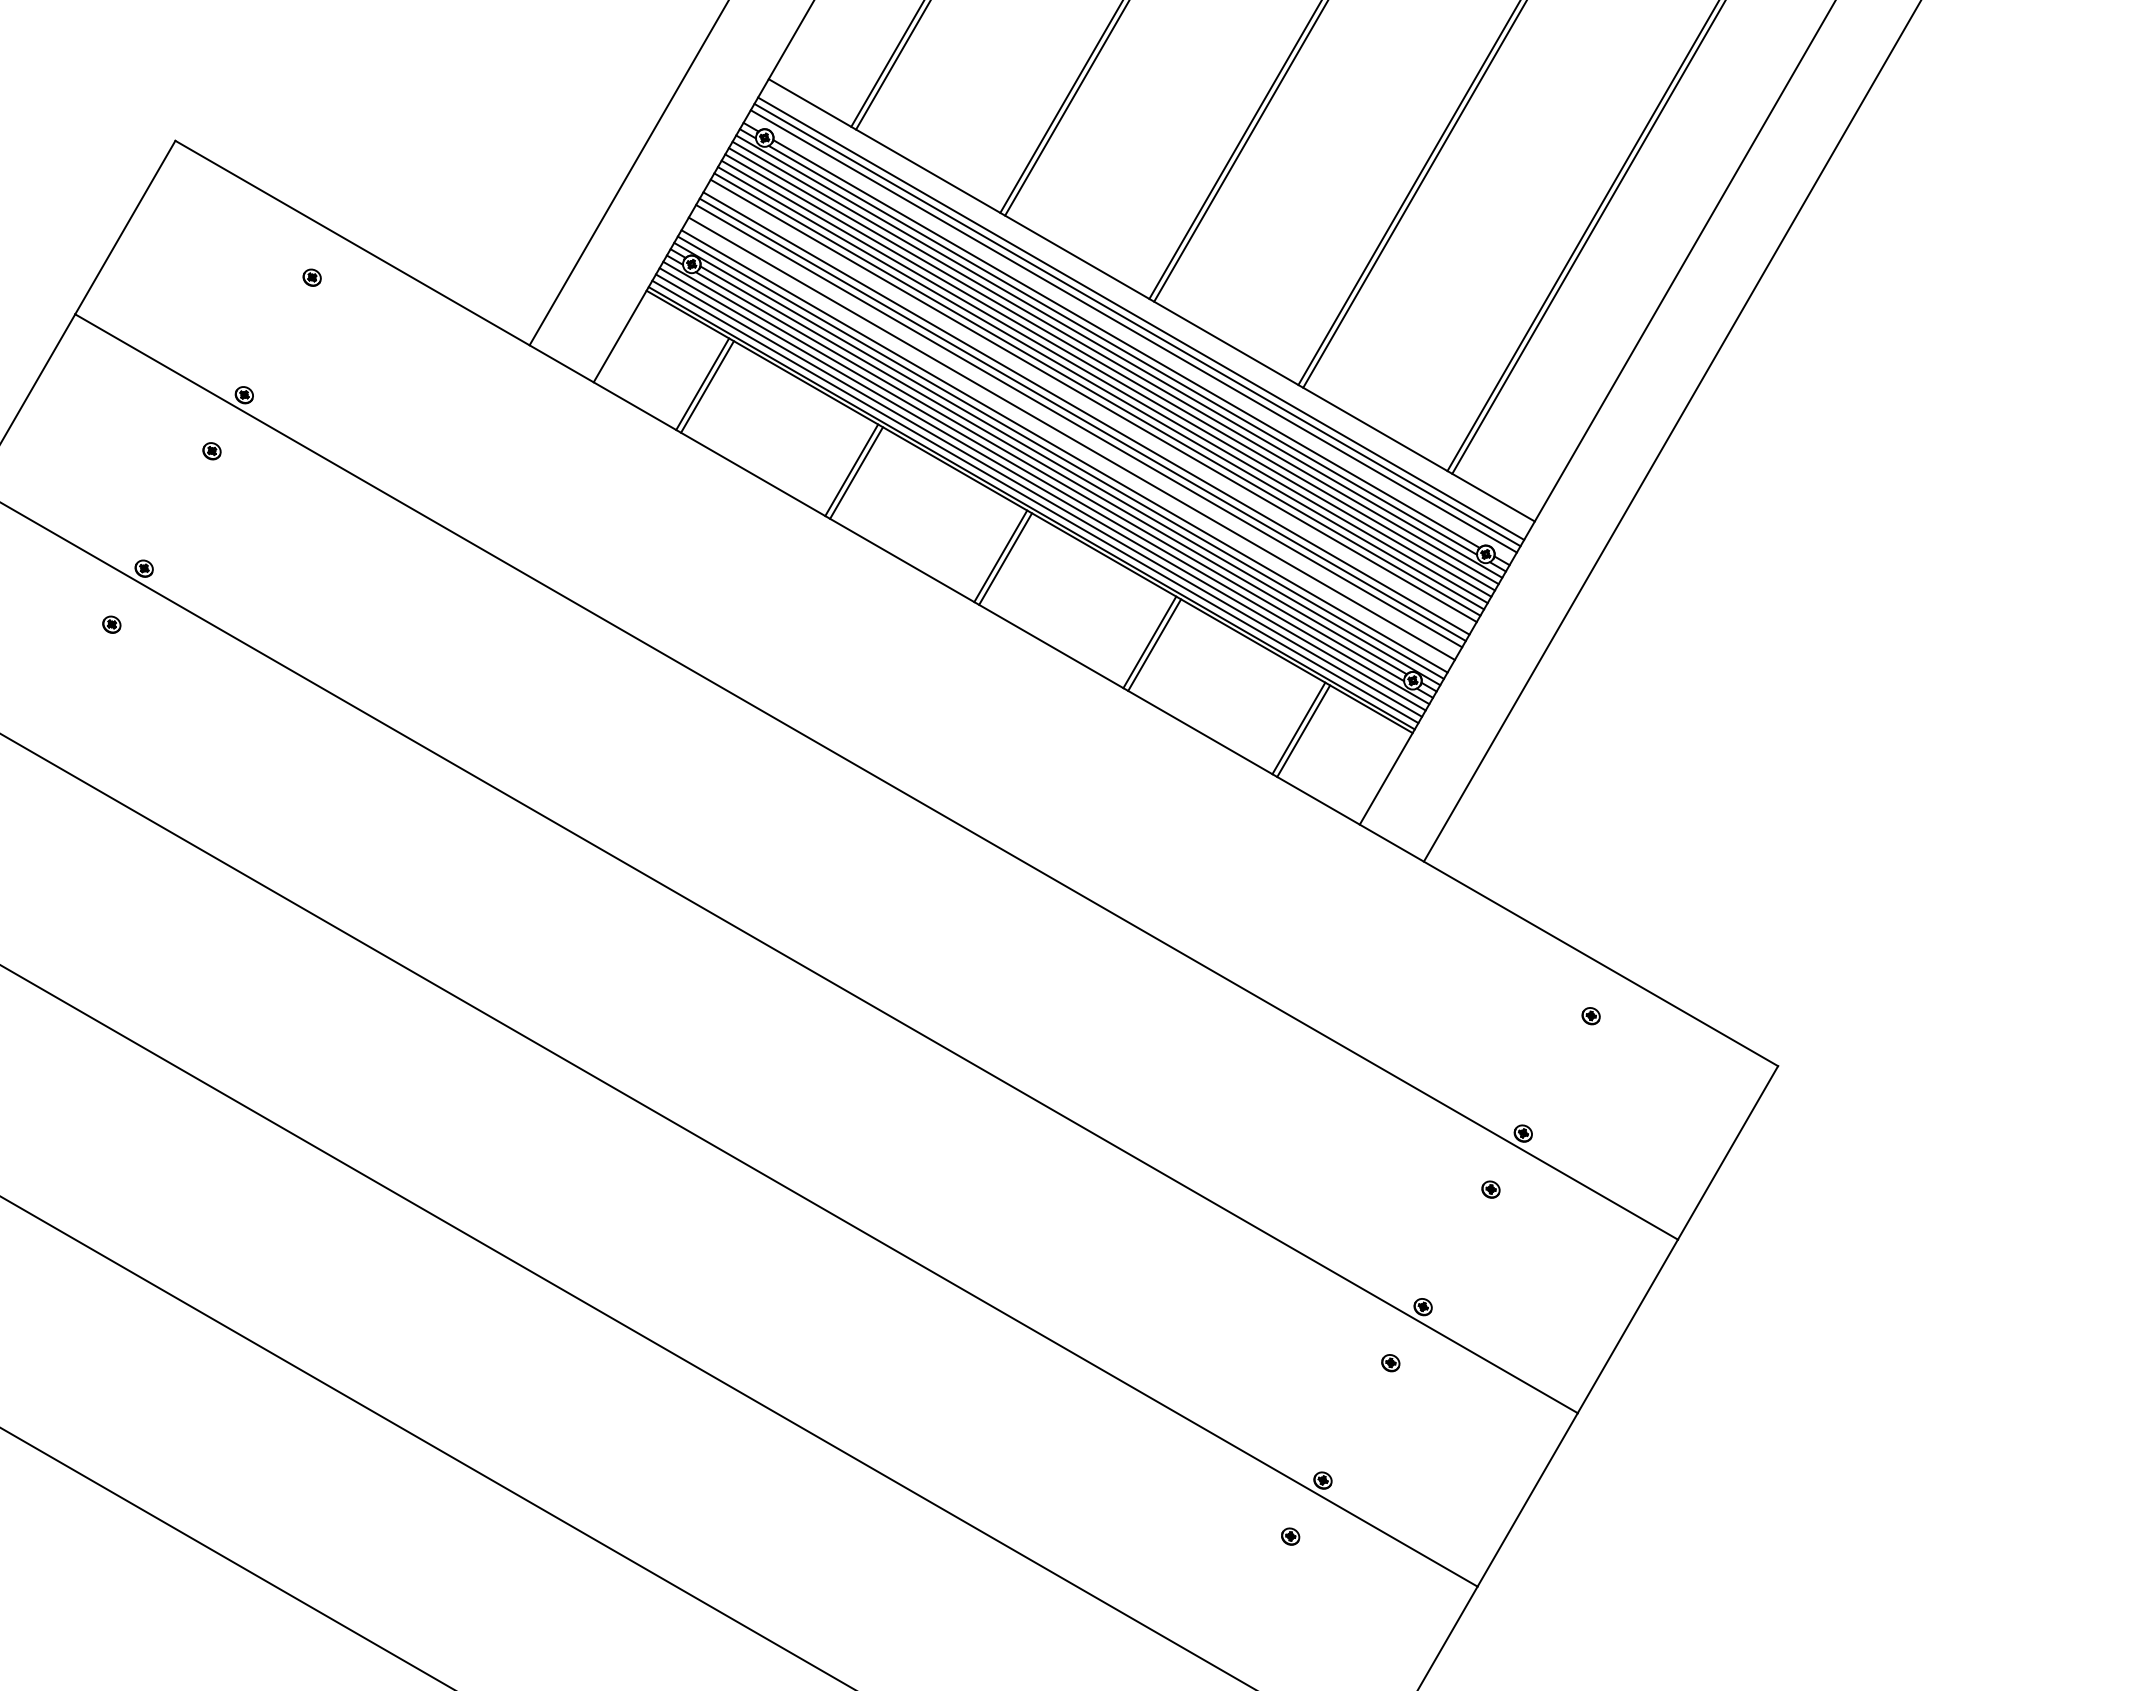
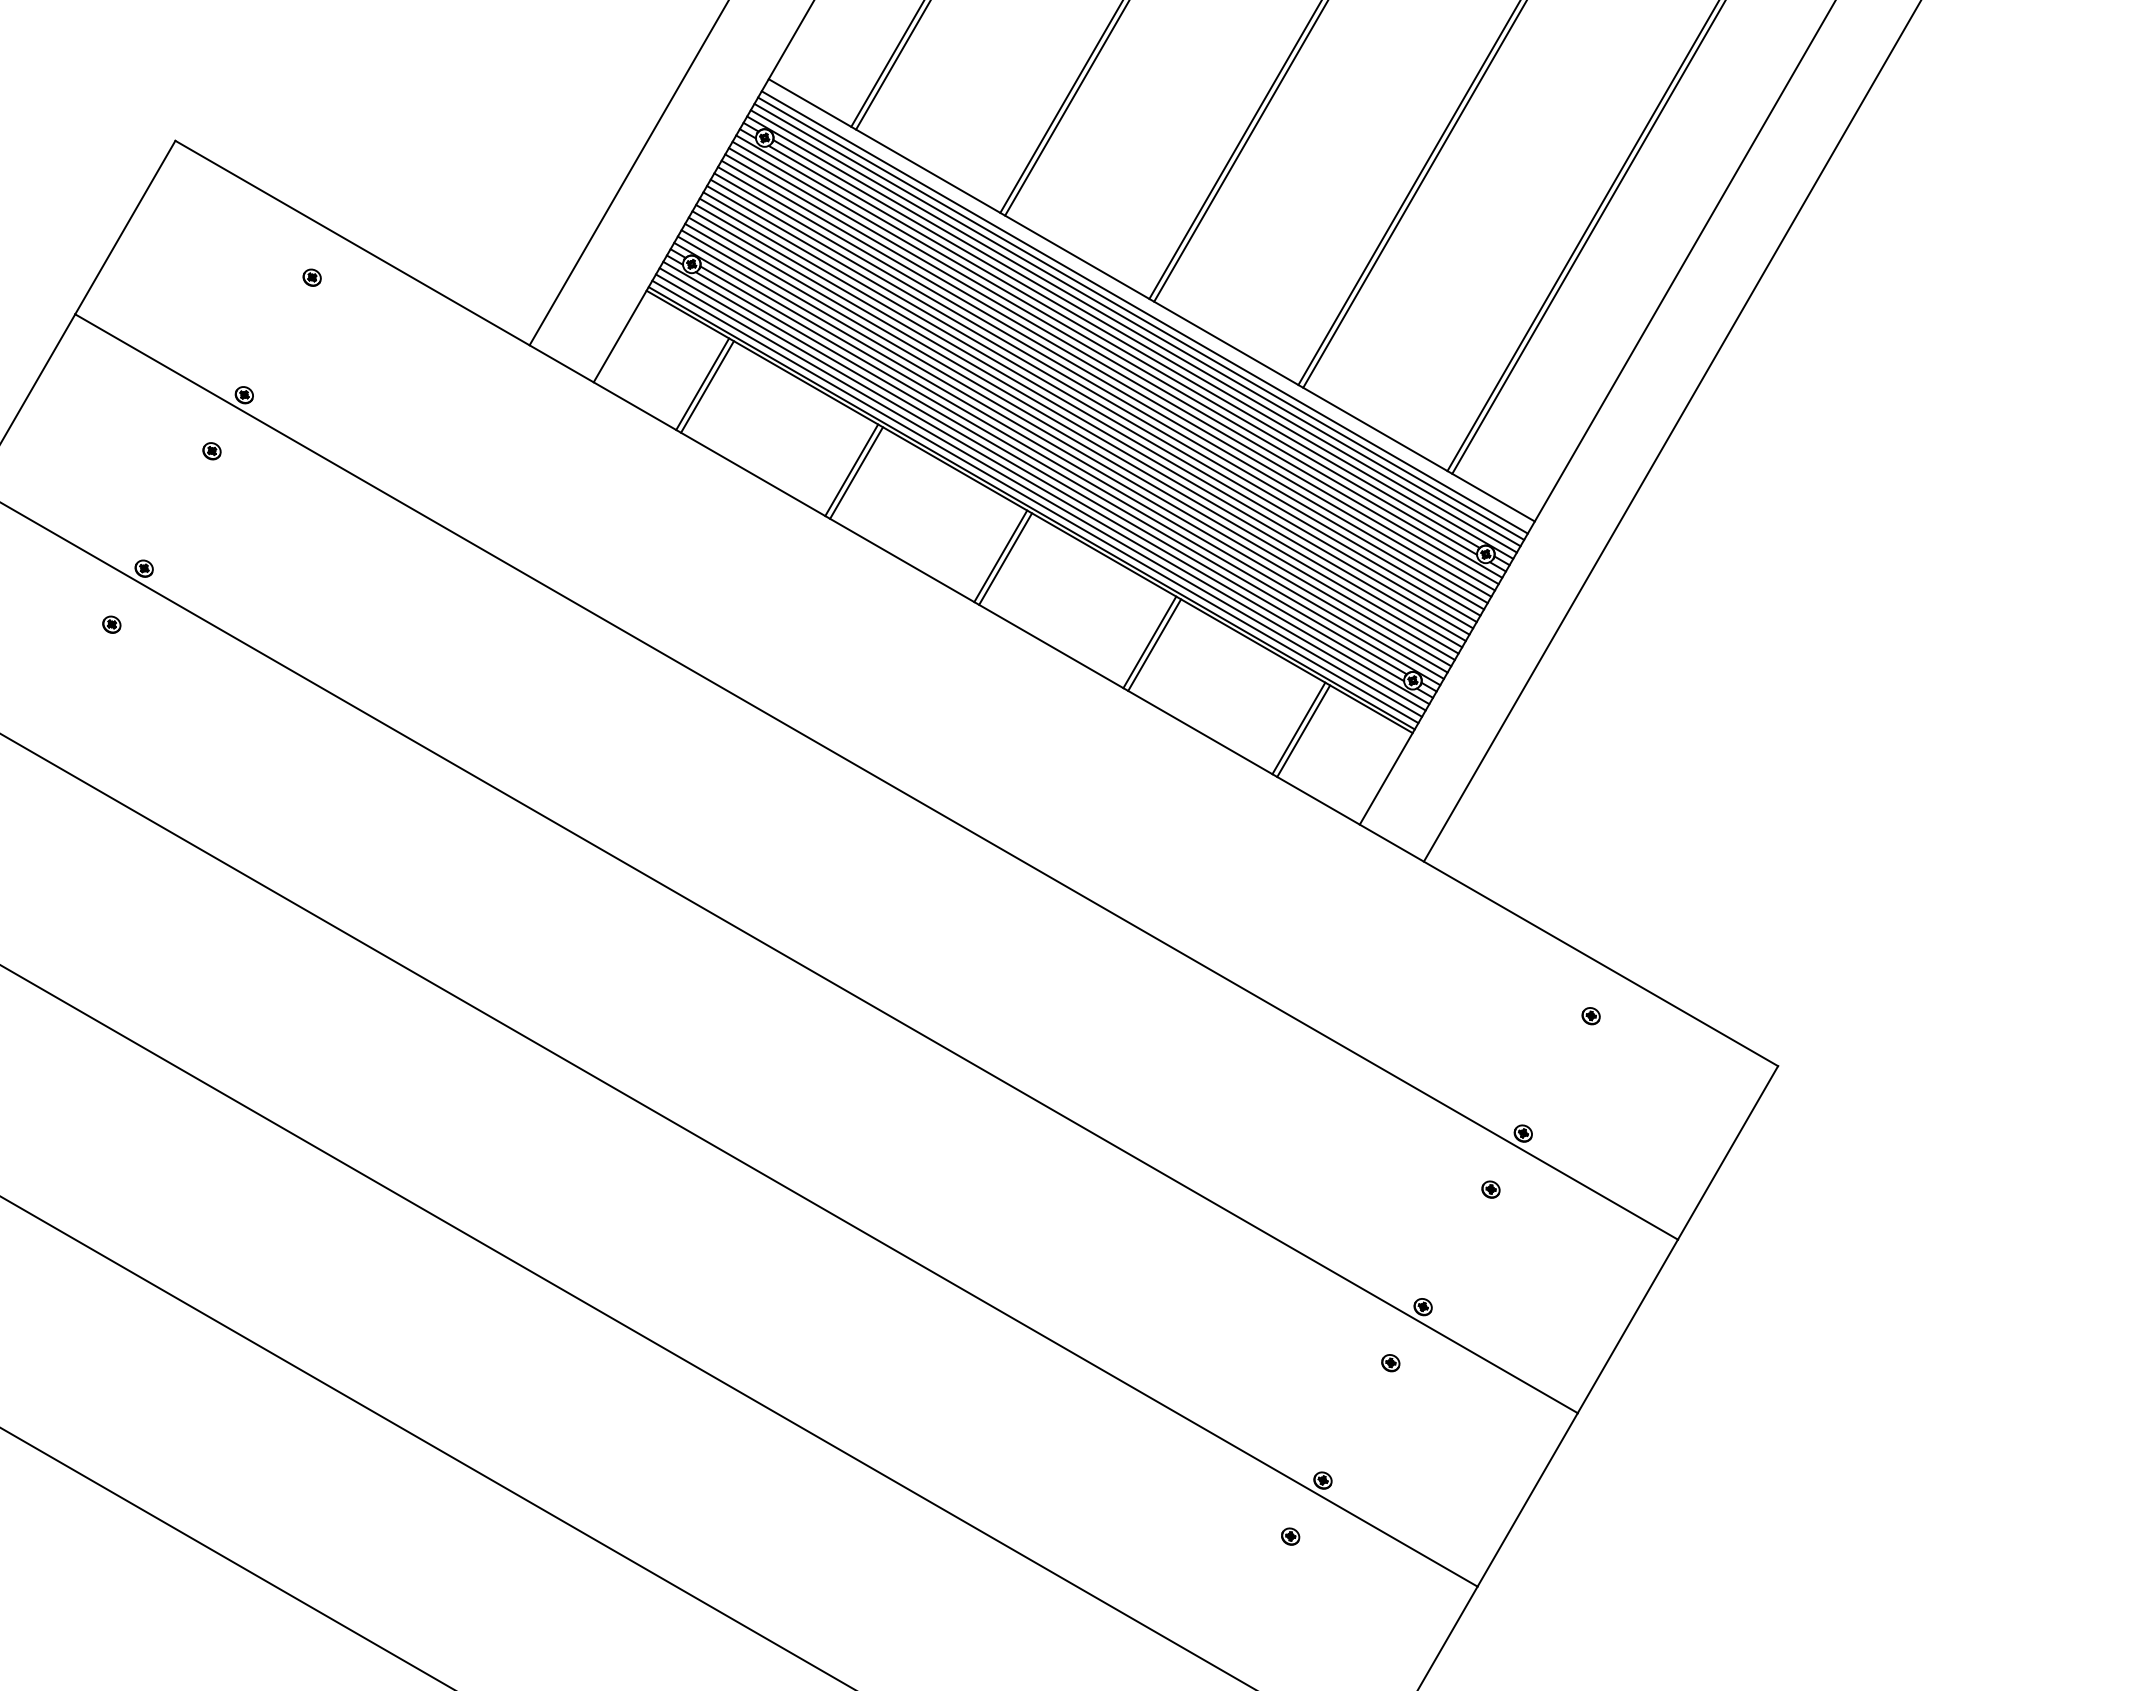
line at (1144, 312): none -> present
line at (1130, 337): none -> present
line at (1090, 407): none -> present
line at (1075, 432): none -> present
line at (1068, 444): none -> present
